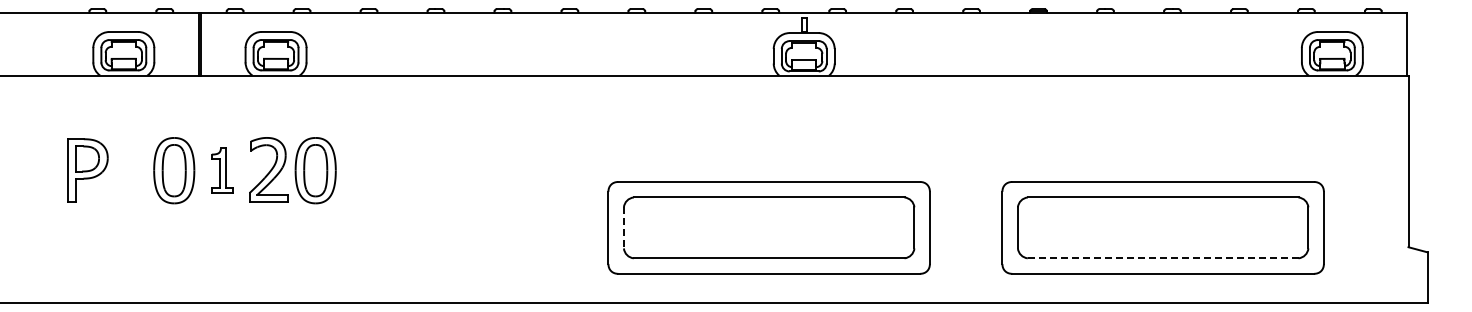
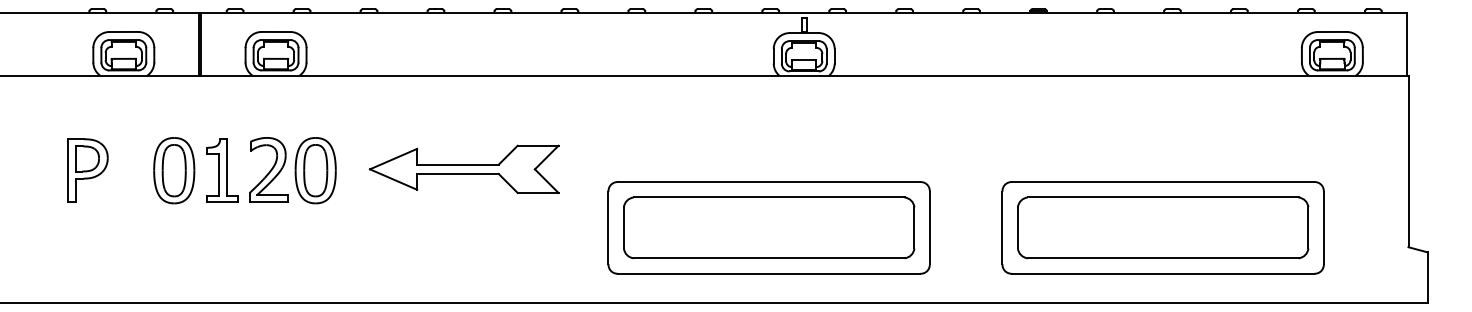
part at (463, 168): none -> present
part at (222, 170) size: 23x47 px -> 33x65 px
line at (623, 227): dashed -> solid
line at (1163, 258): dashed -> solid
